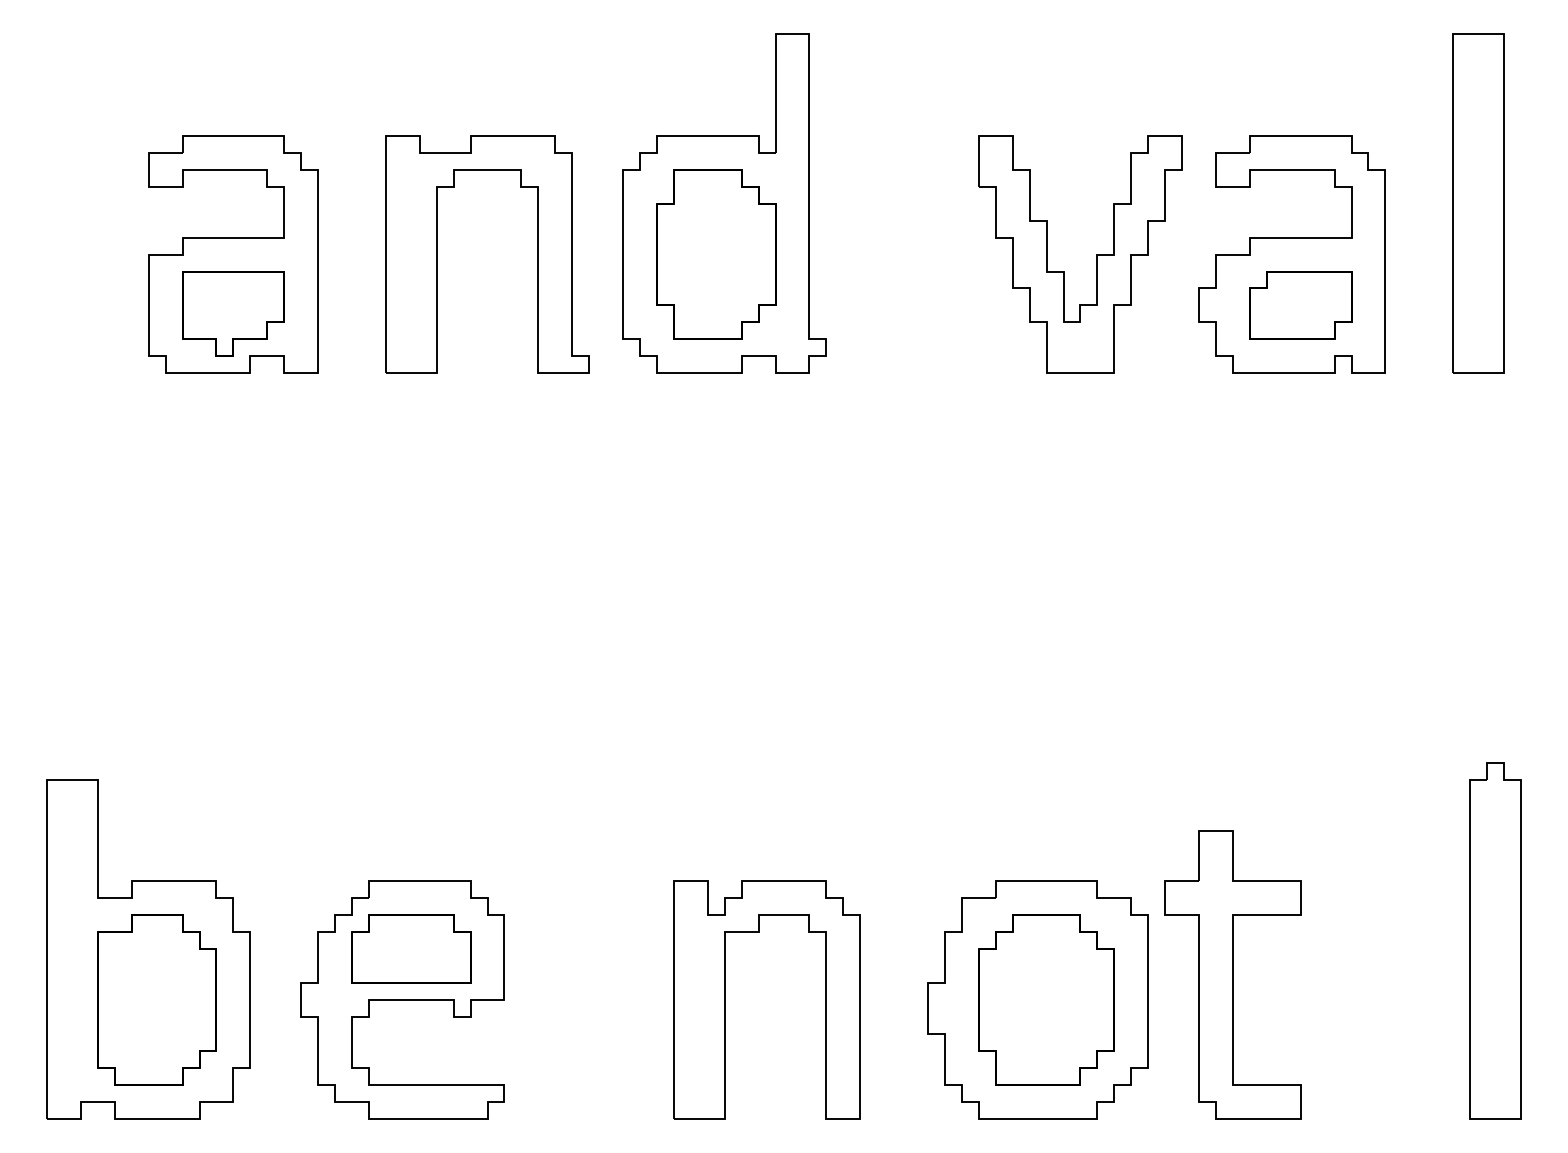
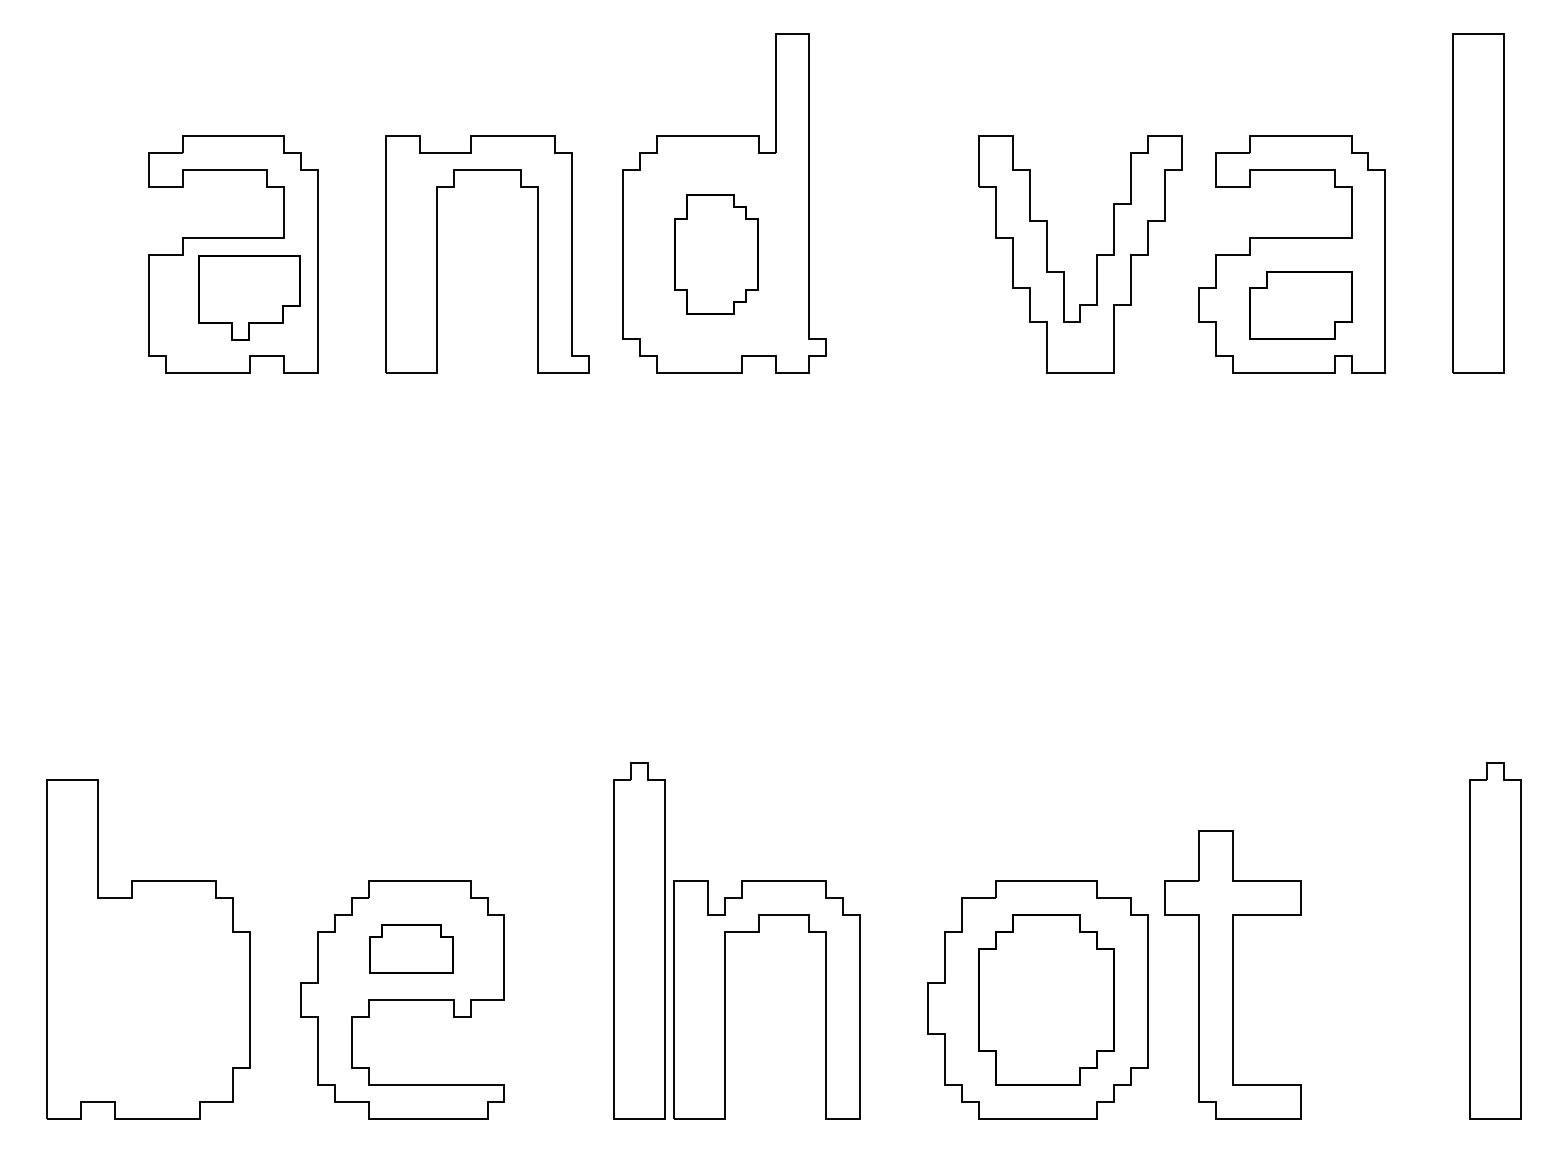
part at (716, 254) size: 121x171 px -> 85x121 px
part at (233, 313) position: (233, 313) -> (249, 297)
part at (639, 940): none -> present
part at (411, 948) size: 121x70 px -> 85x50 px
part at (156, 999): present -> none
